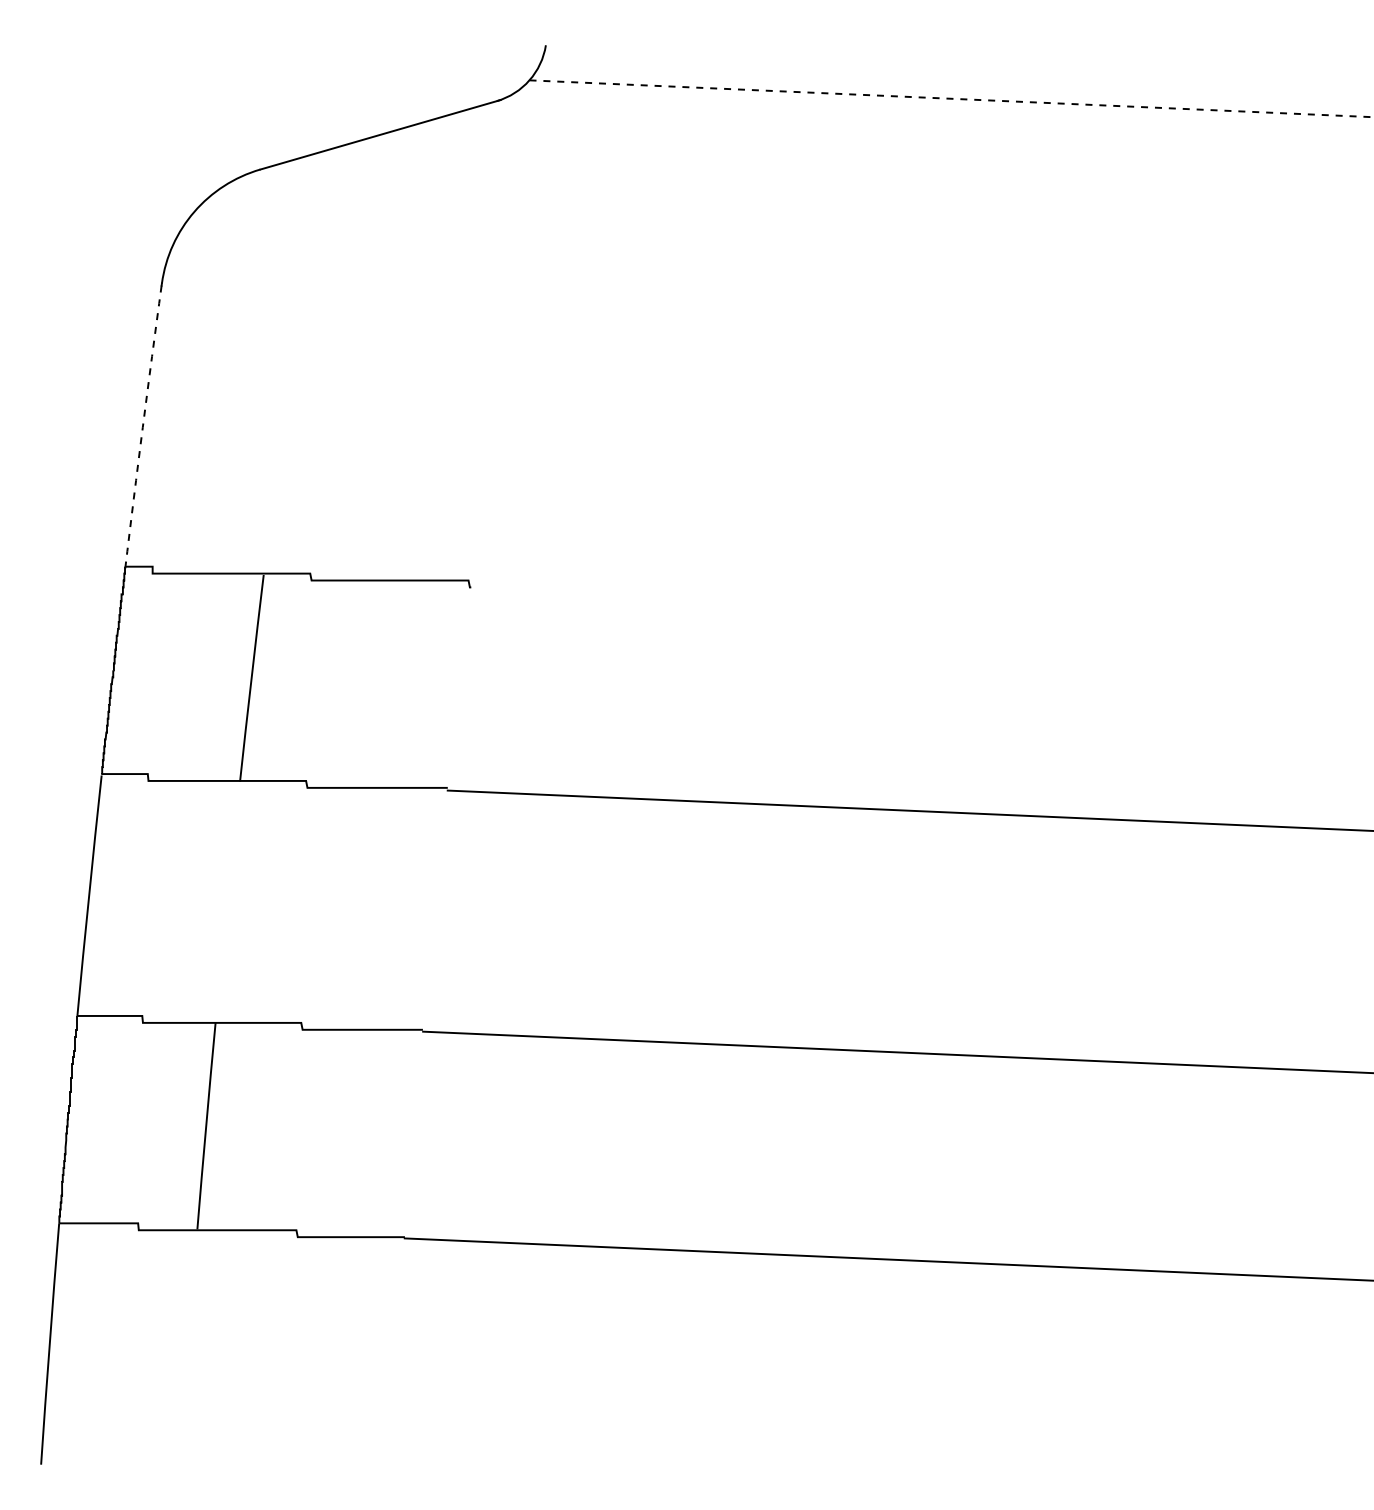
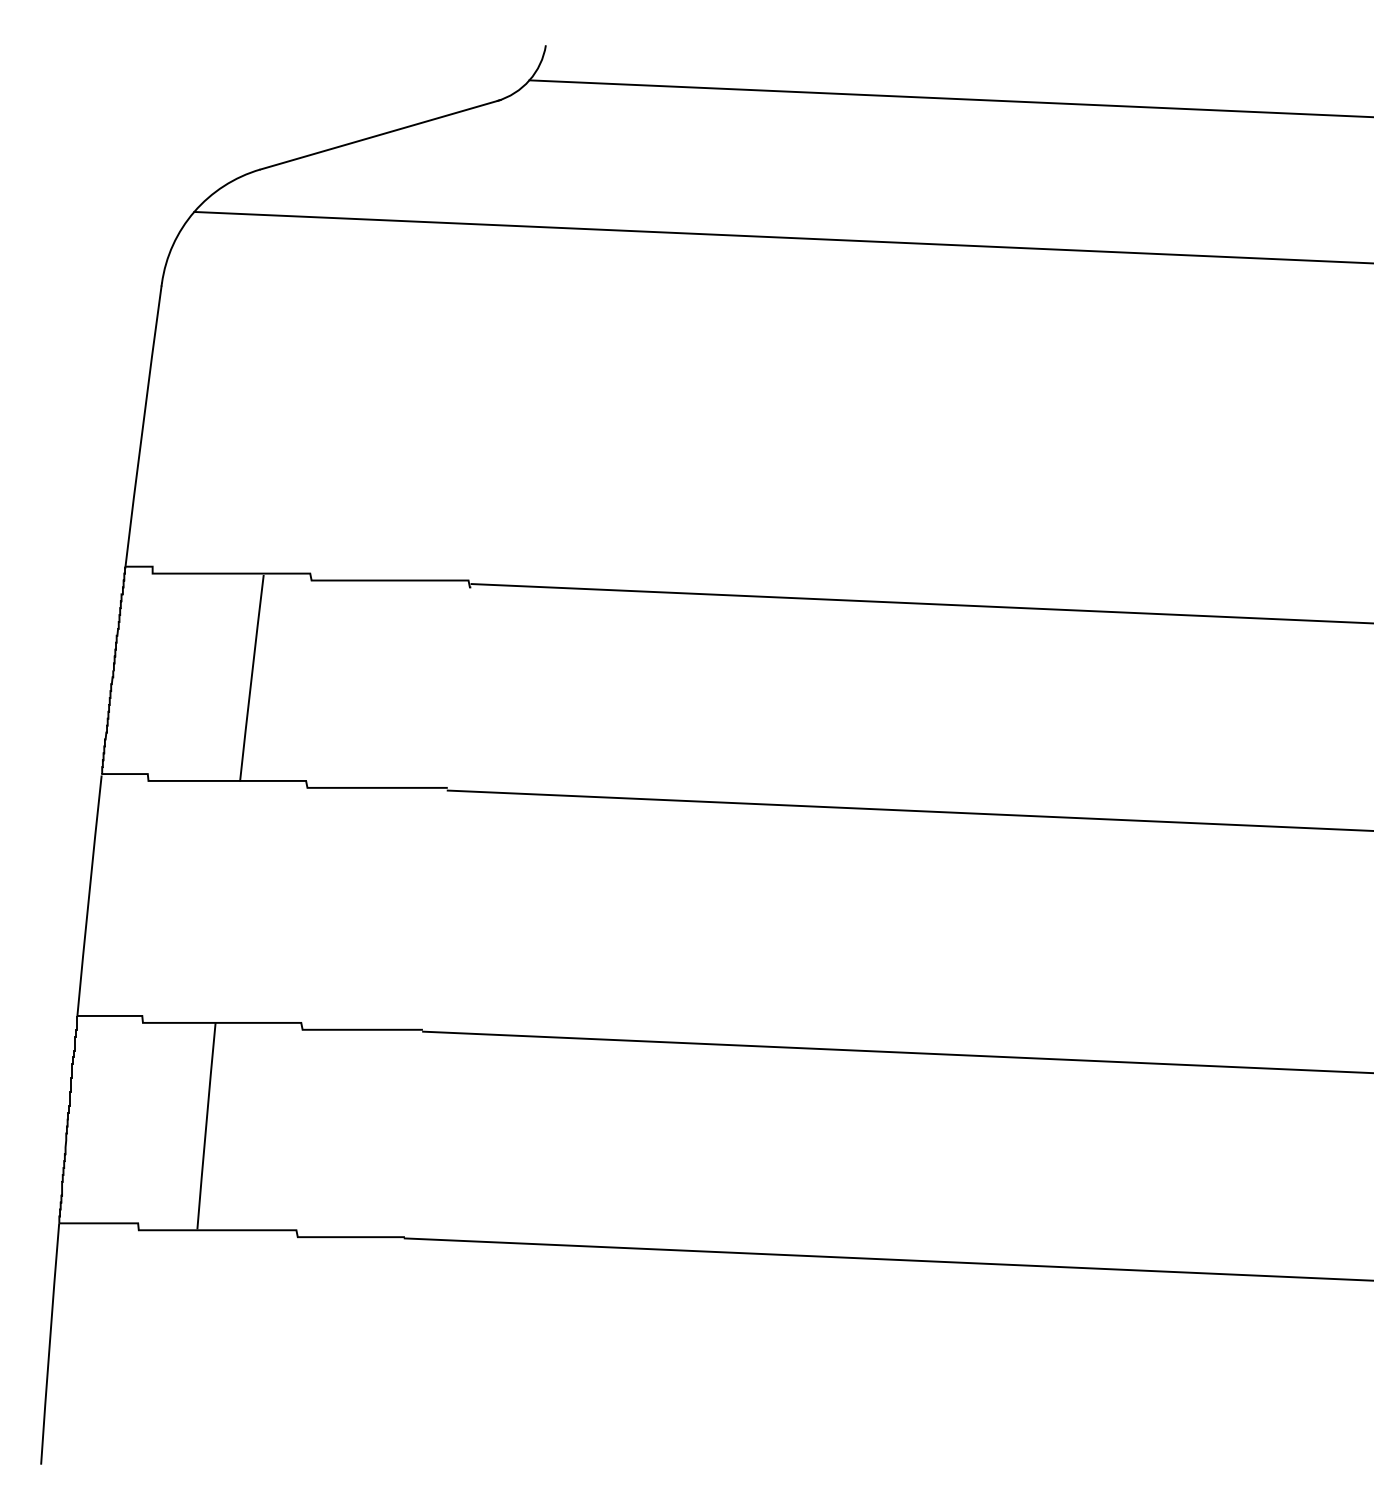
line at (951, 98): dashed -> solid
line at (782, 237): none -> present
arc at (142, 427): dashed -> solid
line at (920, 603): none -> present
